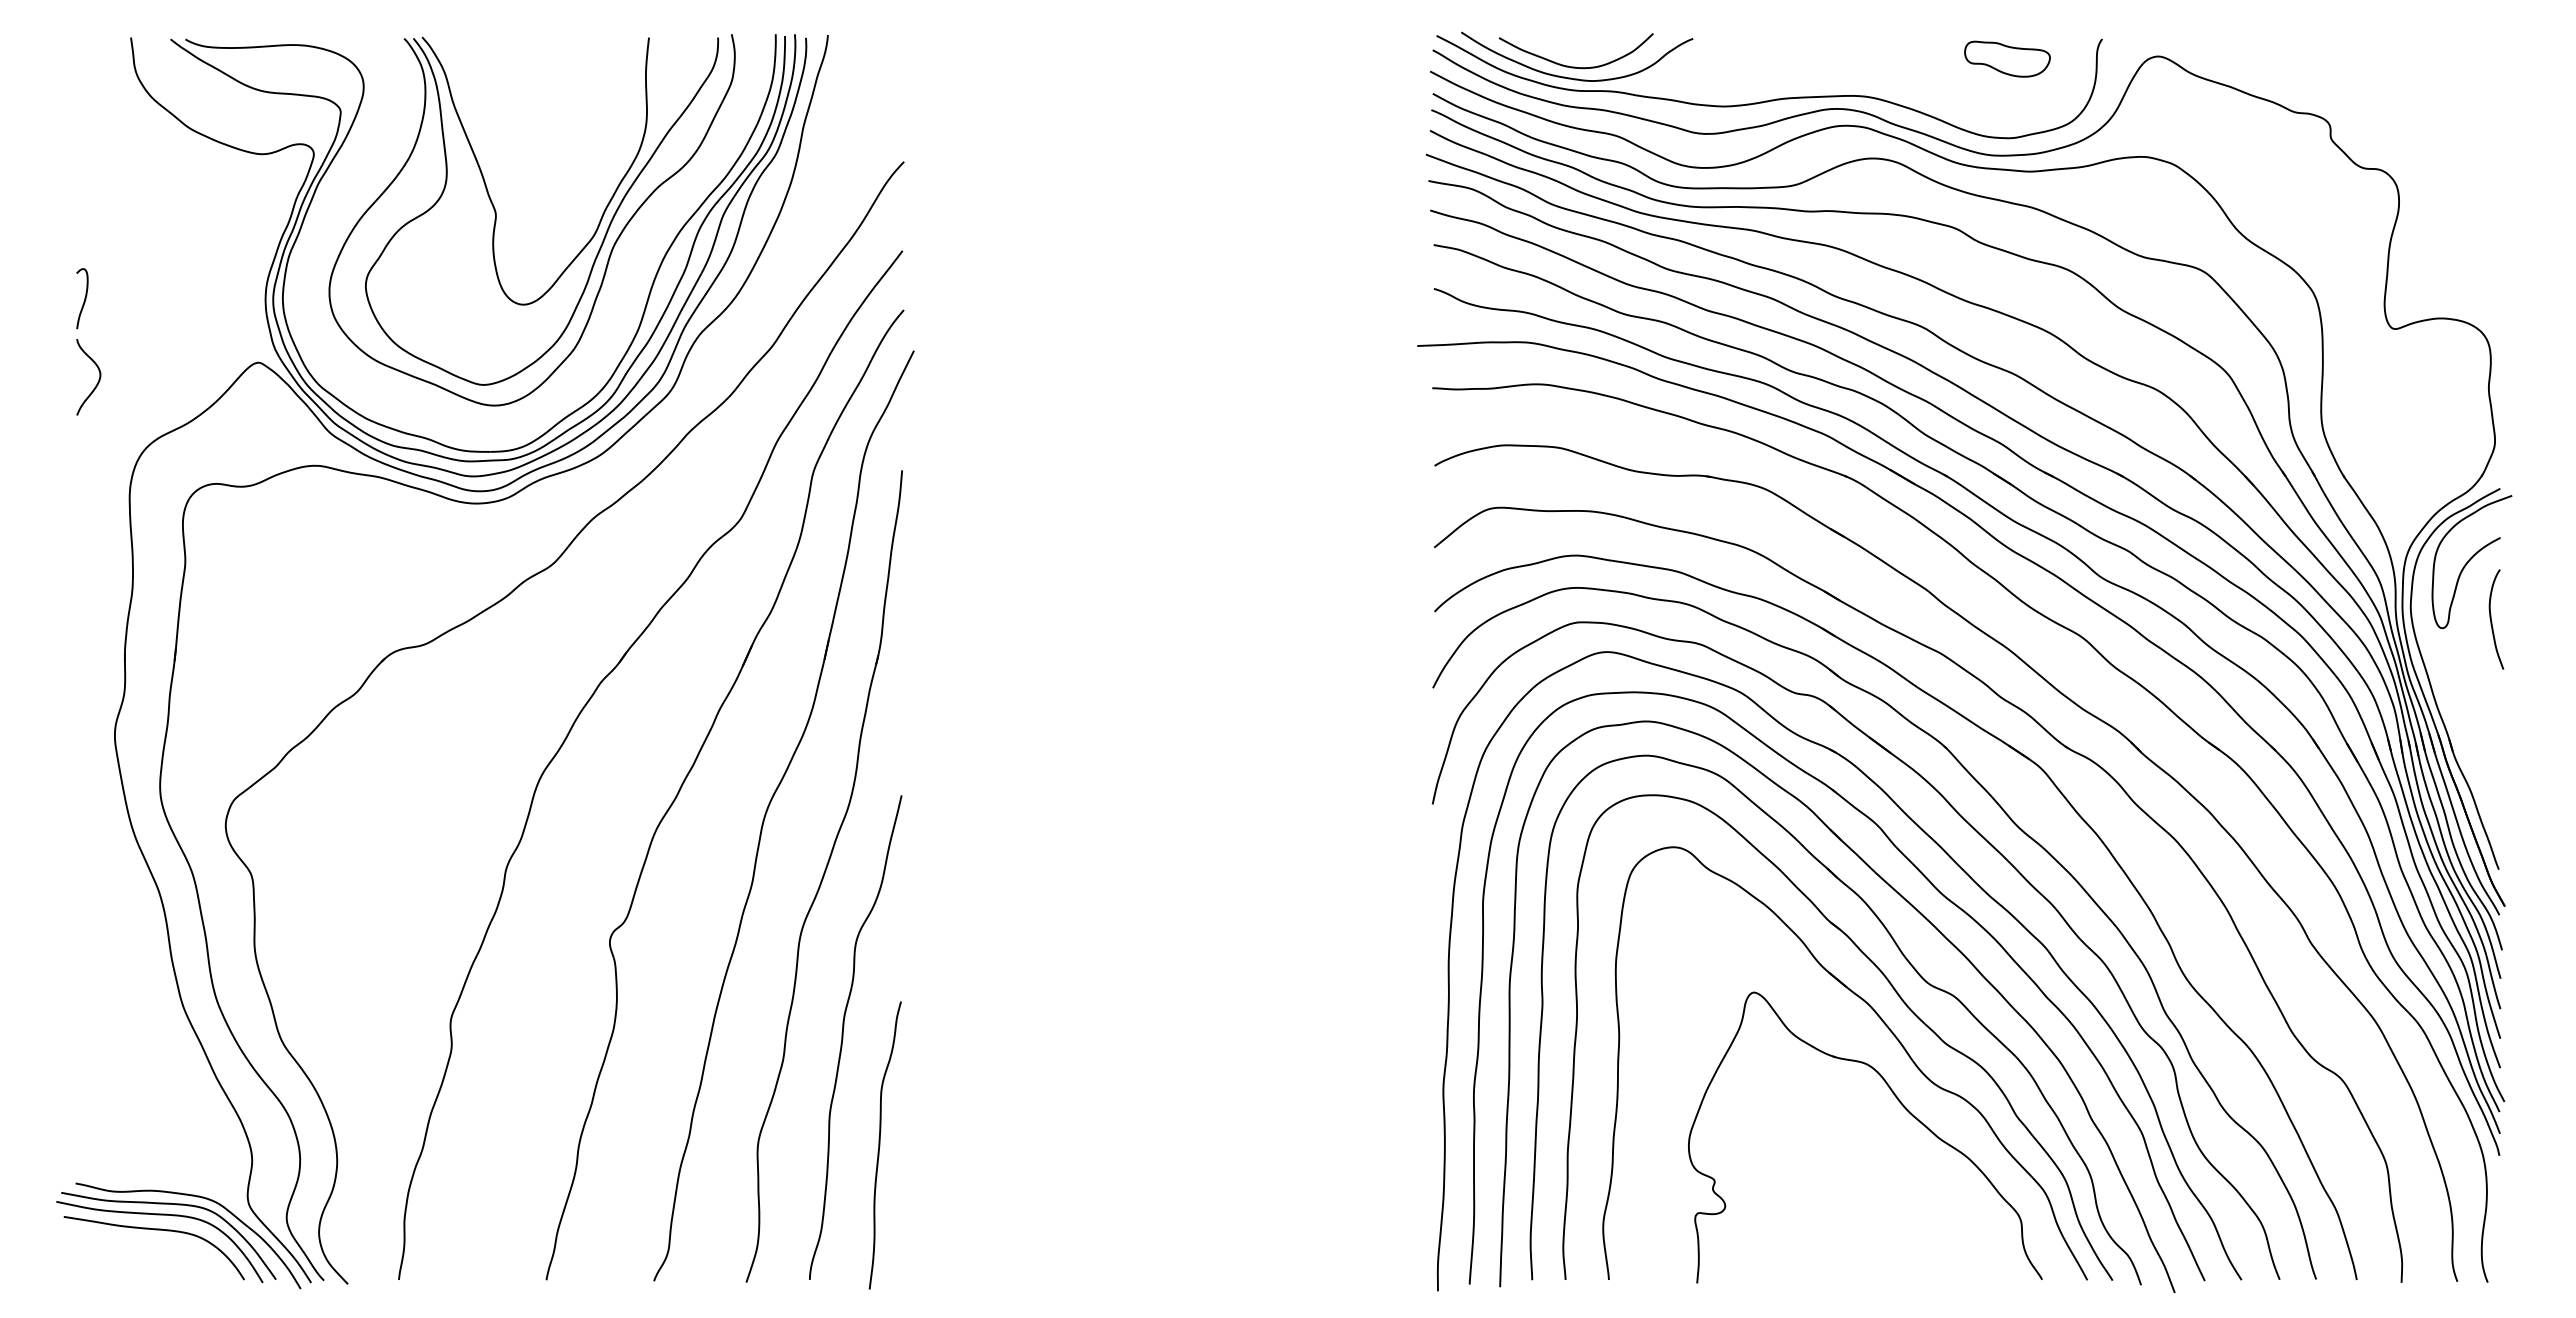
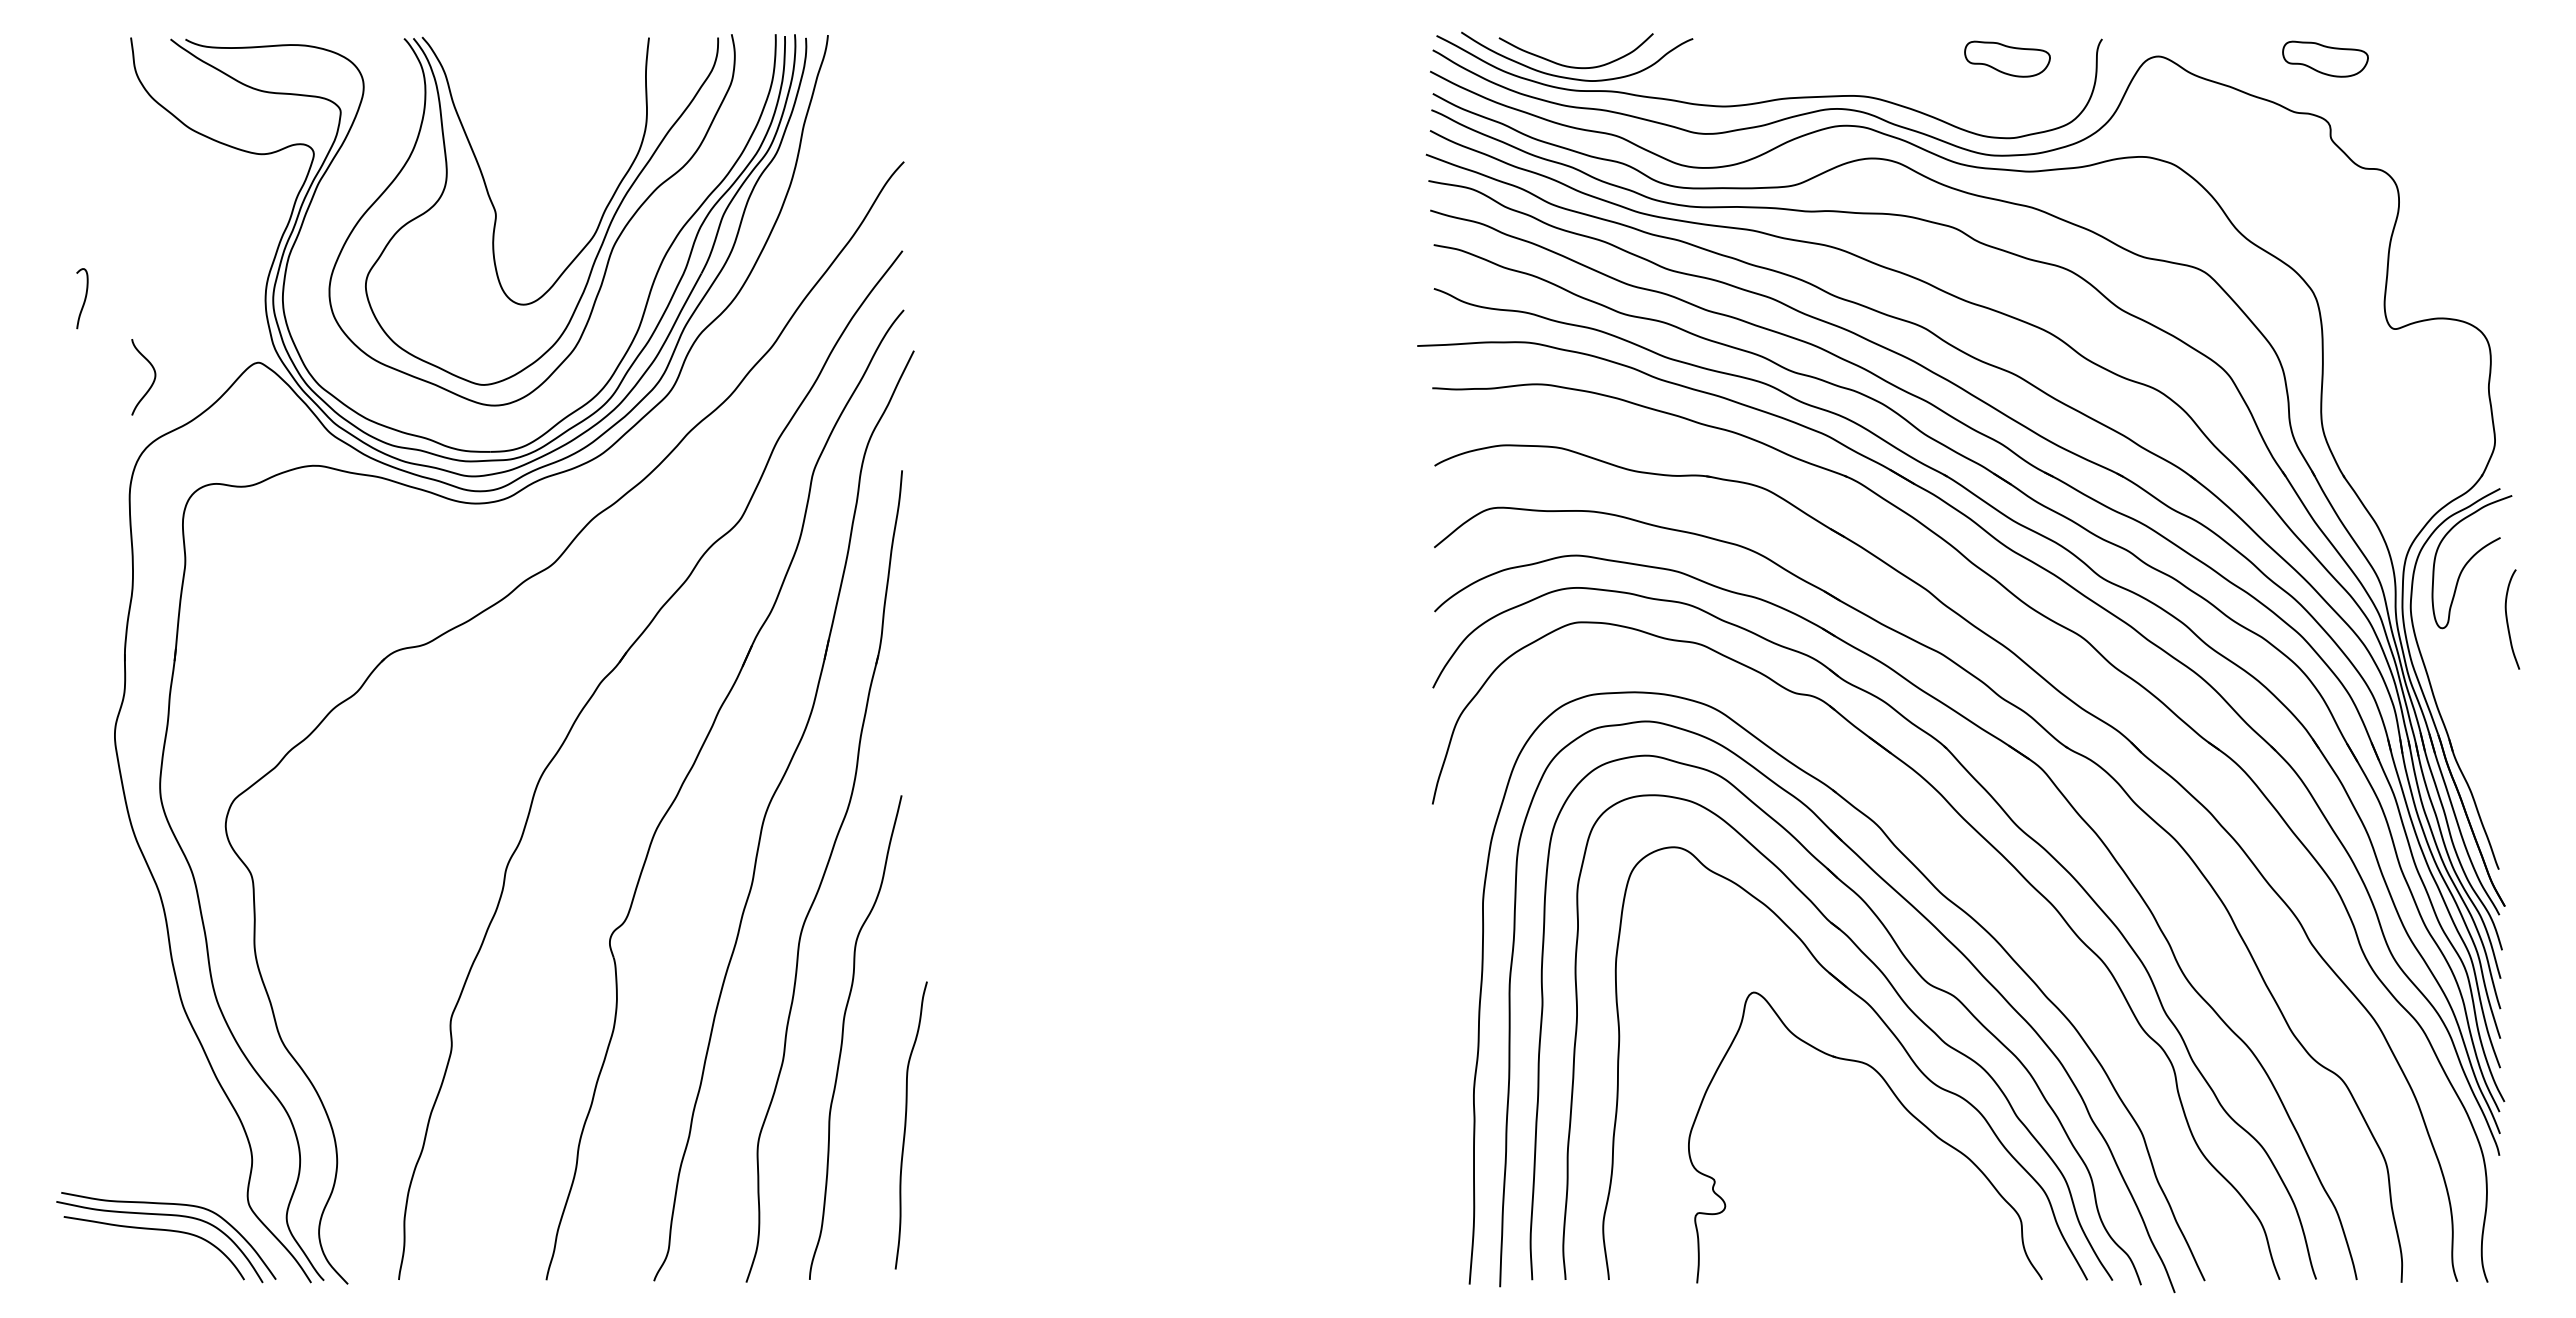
part at (2325, 58): none -> present
curve at (98, 379) position: (98, 379) -> (153, 379)
curve at (2492, 621) position: (2492, 621) -> (2508, 621)
part at (1951, 859): present -> none
curve at (880, 1145) position: (880, 1145) -> (906, 1125)
curve at (196, 1197): present -> none
